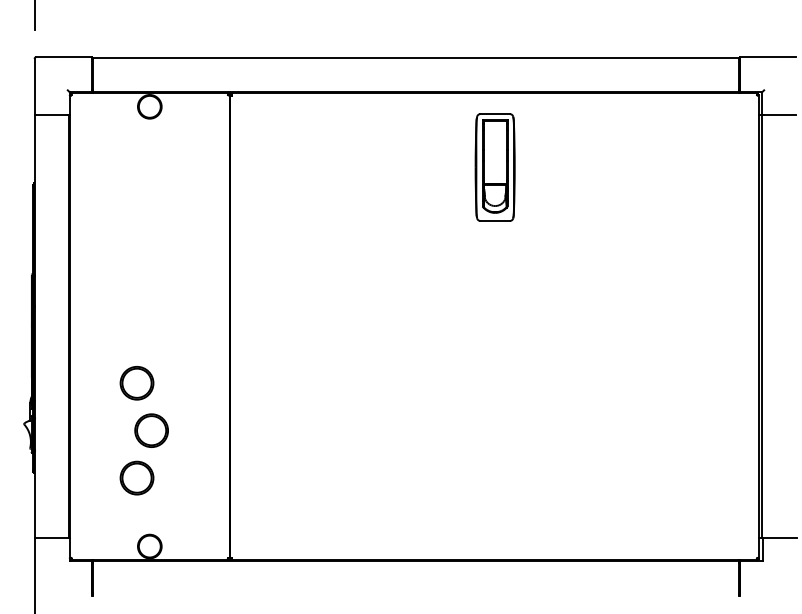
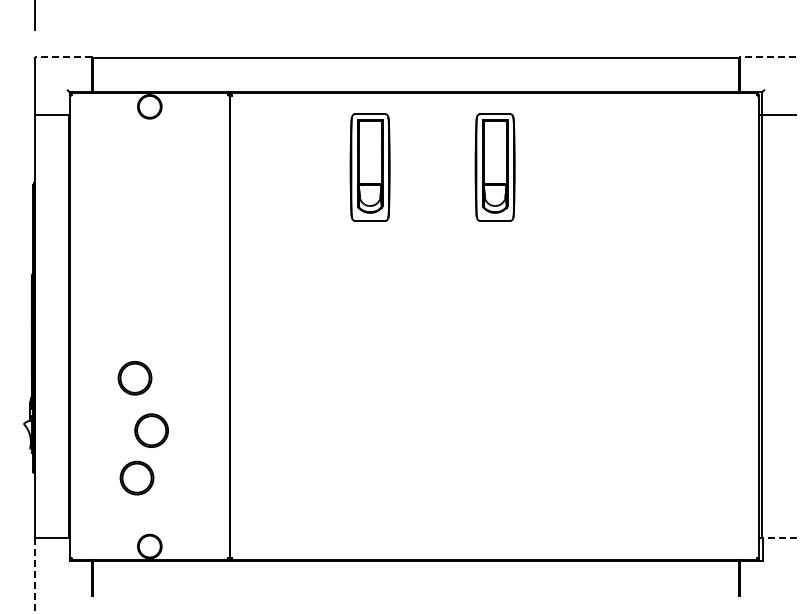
line at (64, 57): solid -> dashed
line at (767, 57): solid -> dashed
part at (369, 167): none -> present
part at (136, 383) position: (136, 383) -> (134, 378)
line at (779, 538): solid -> dashed
line at (34, 575): solid -> dashed
